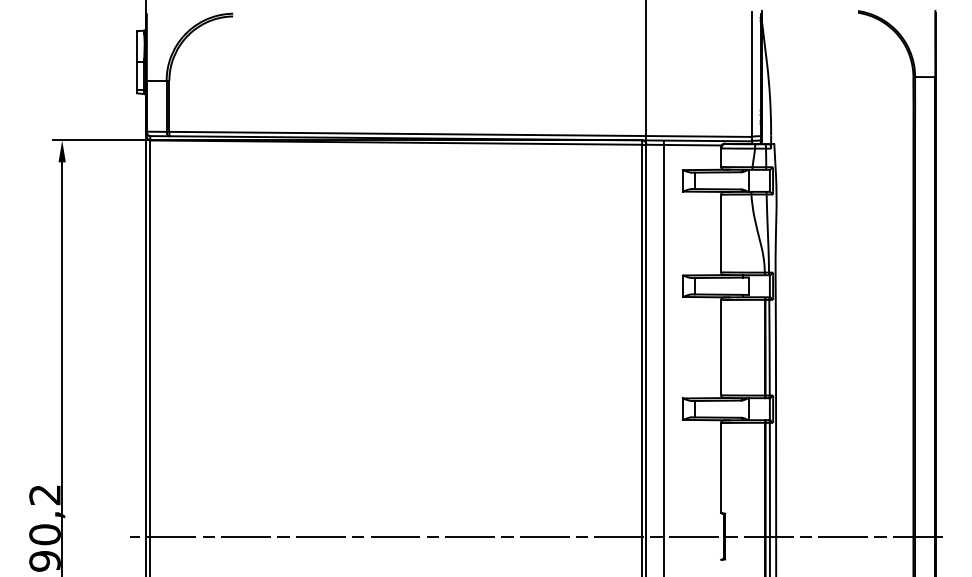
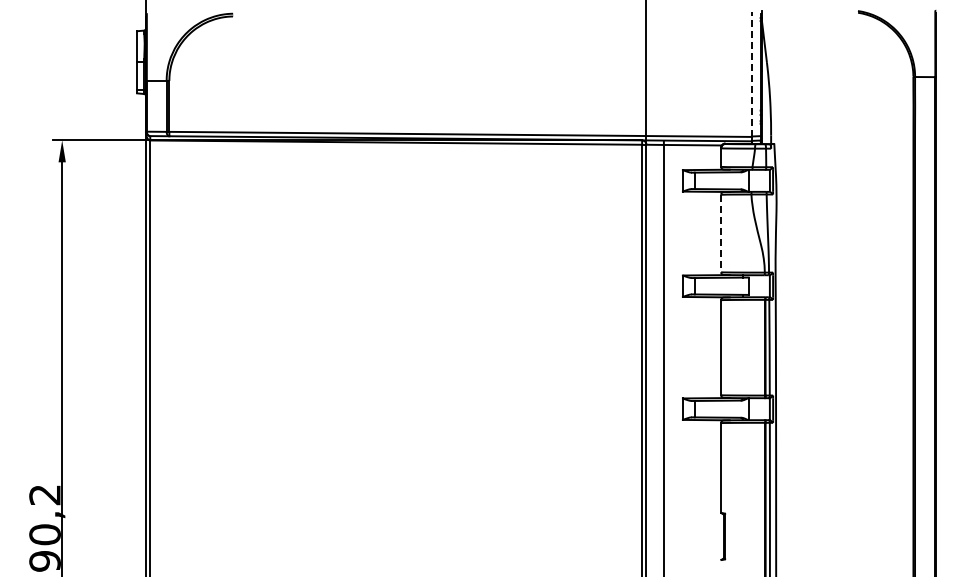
line at (751, 73): solid -> dashed
line at (721, 233): solid -> dashed
line at (536, 536): present -> none
